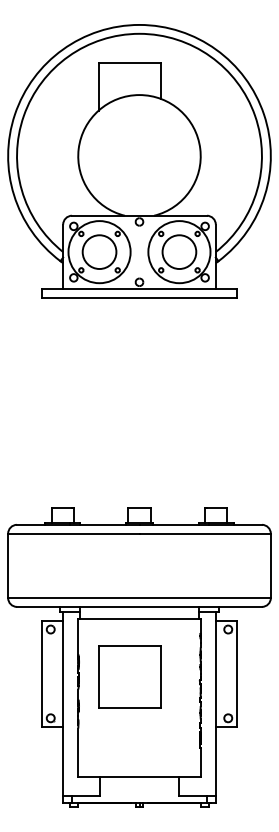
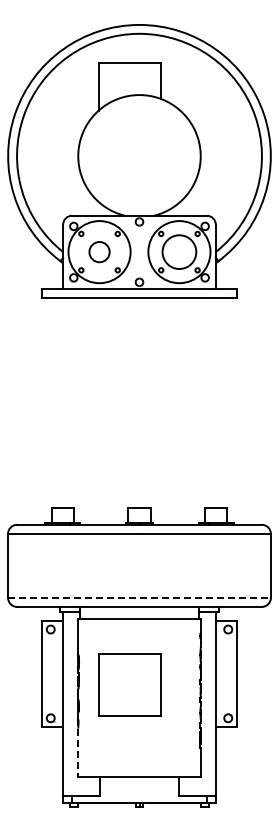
circle at (99, 252) diameter: 34 px -> 20 px
line at (140, 598): solid -> dashed
part at (129, 676) position: (129, 676) -> (129, 684)
line at (78, 753): solid -> dashed
